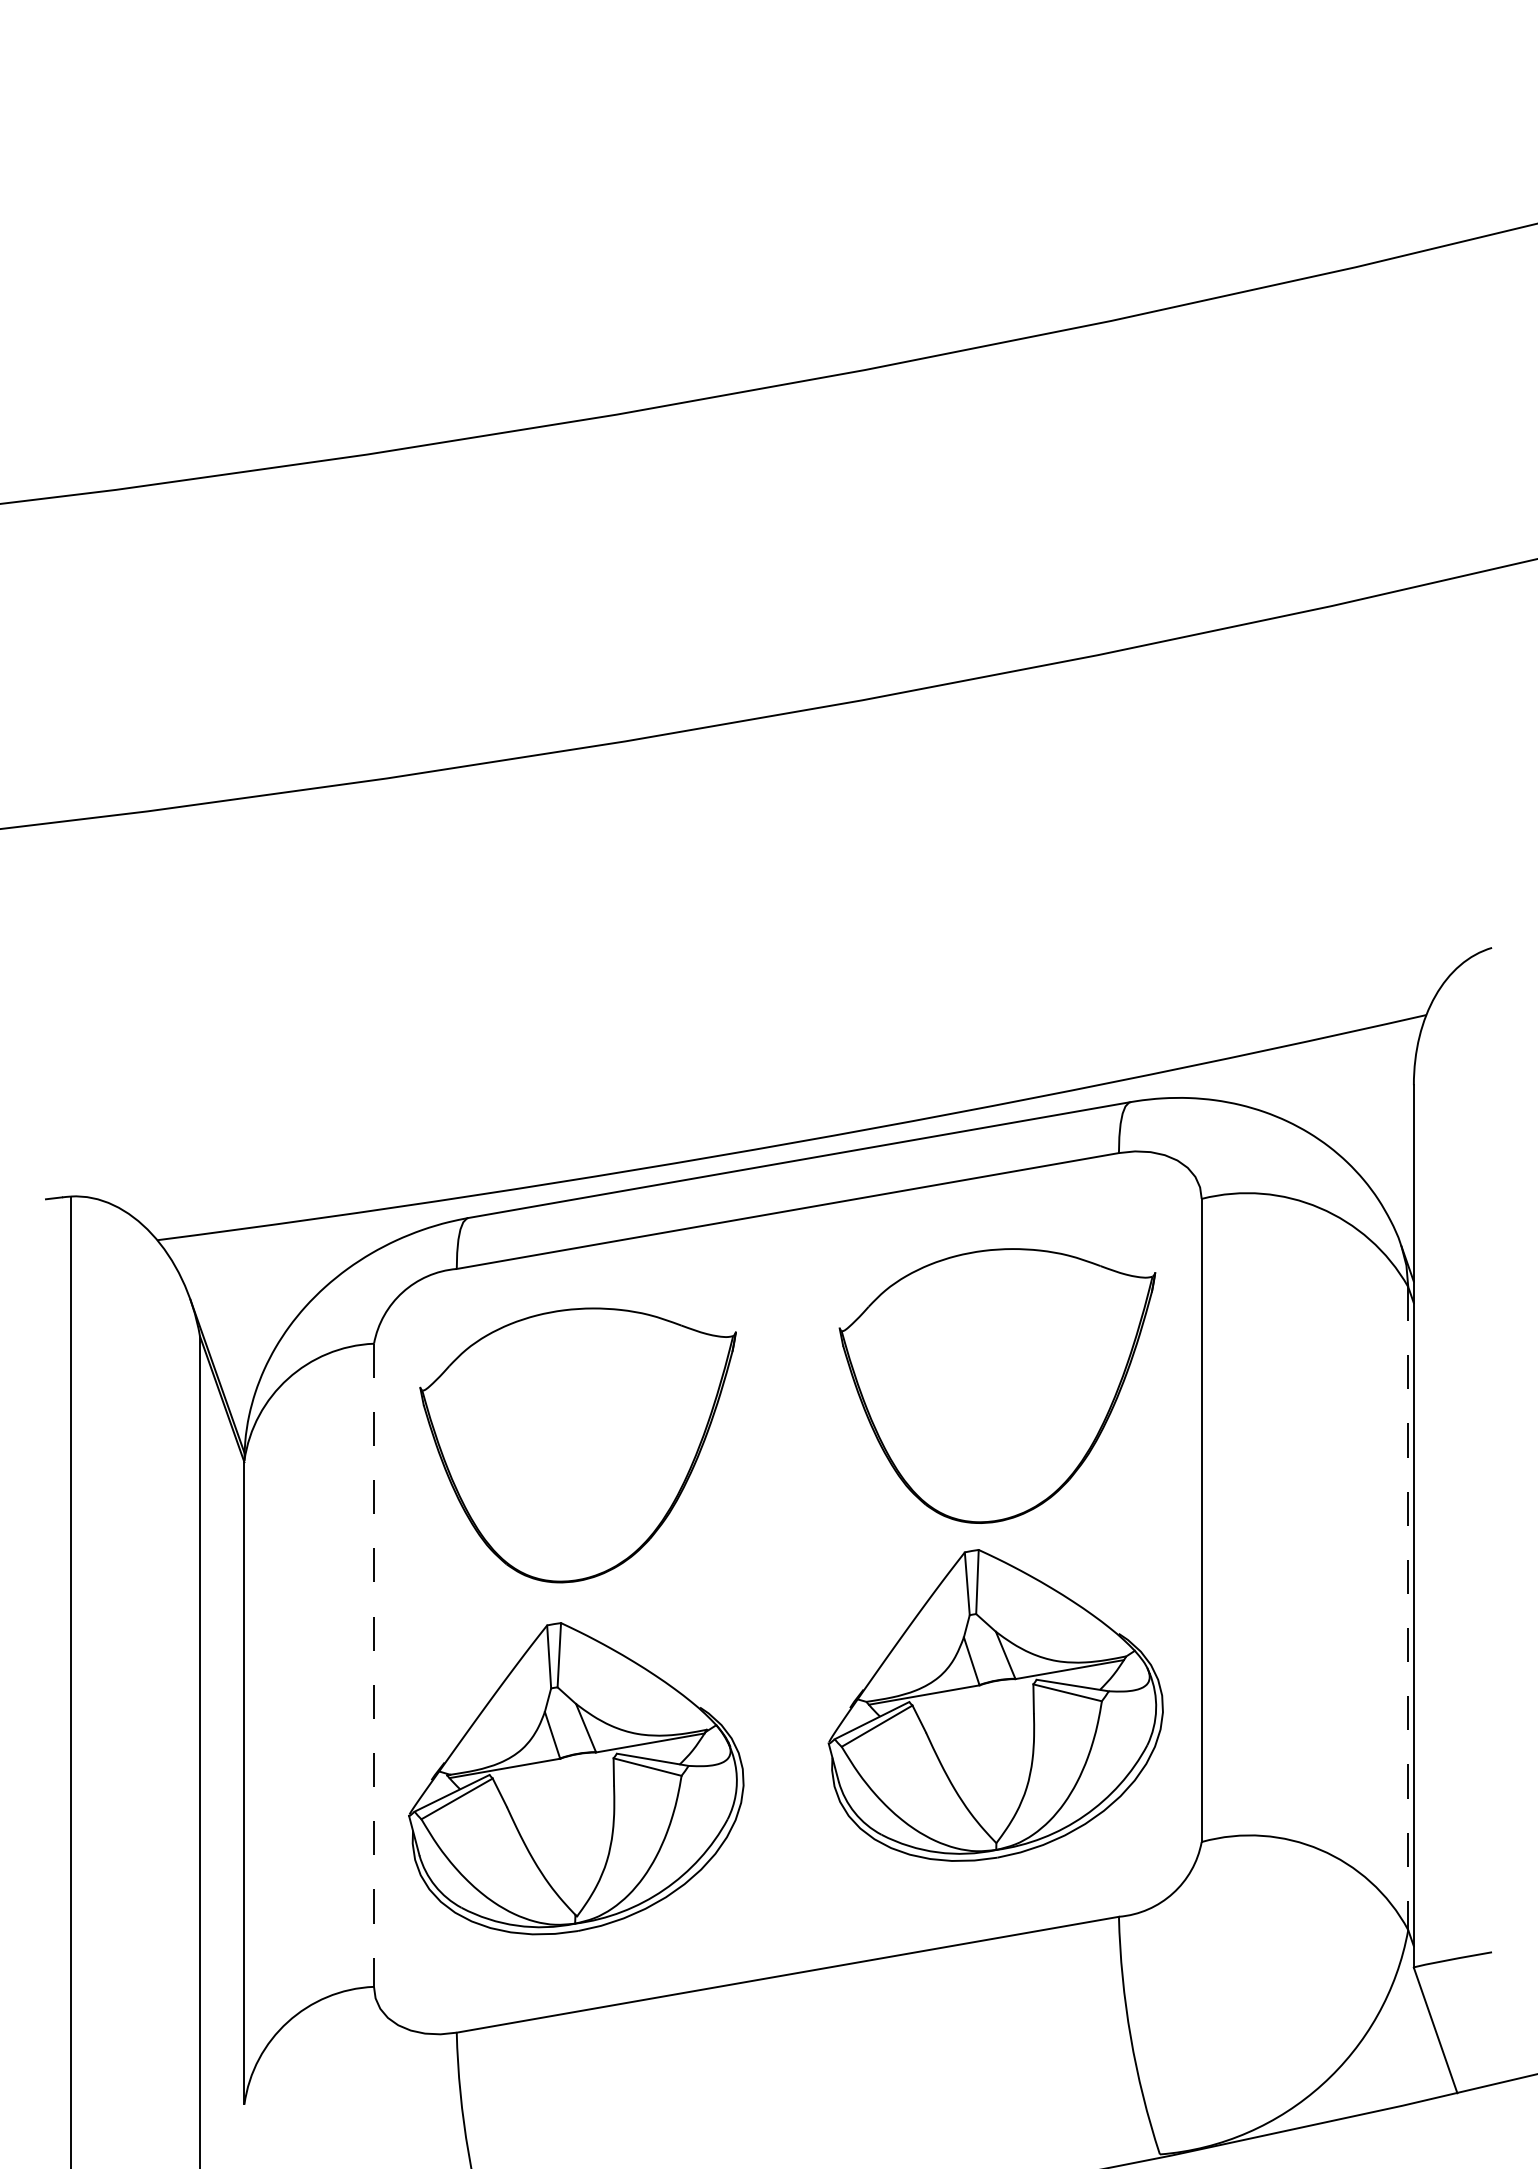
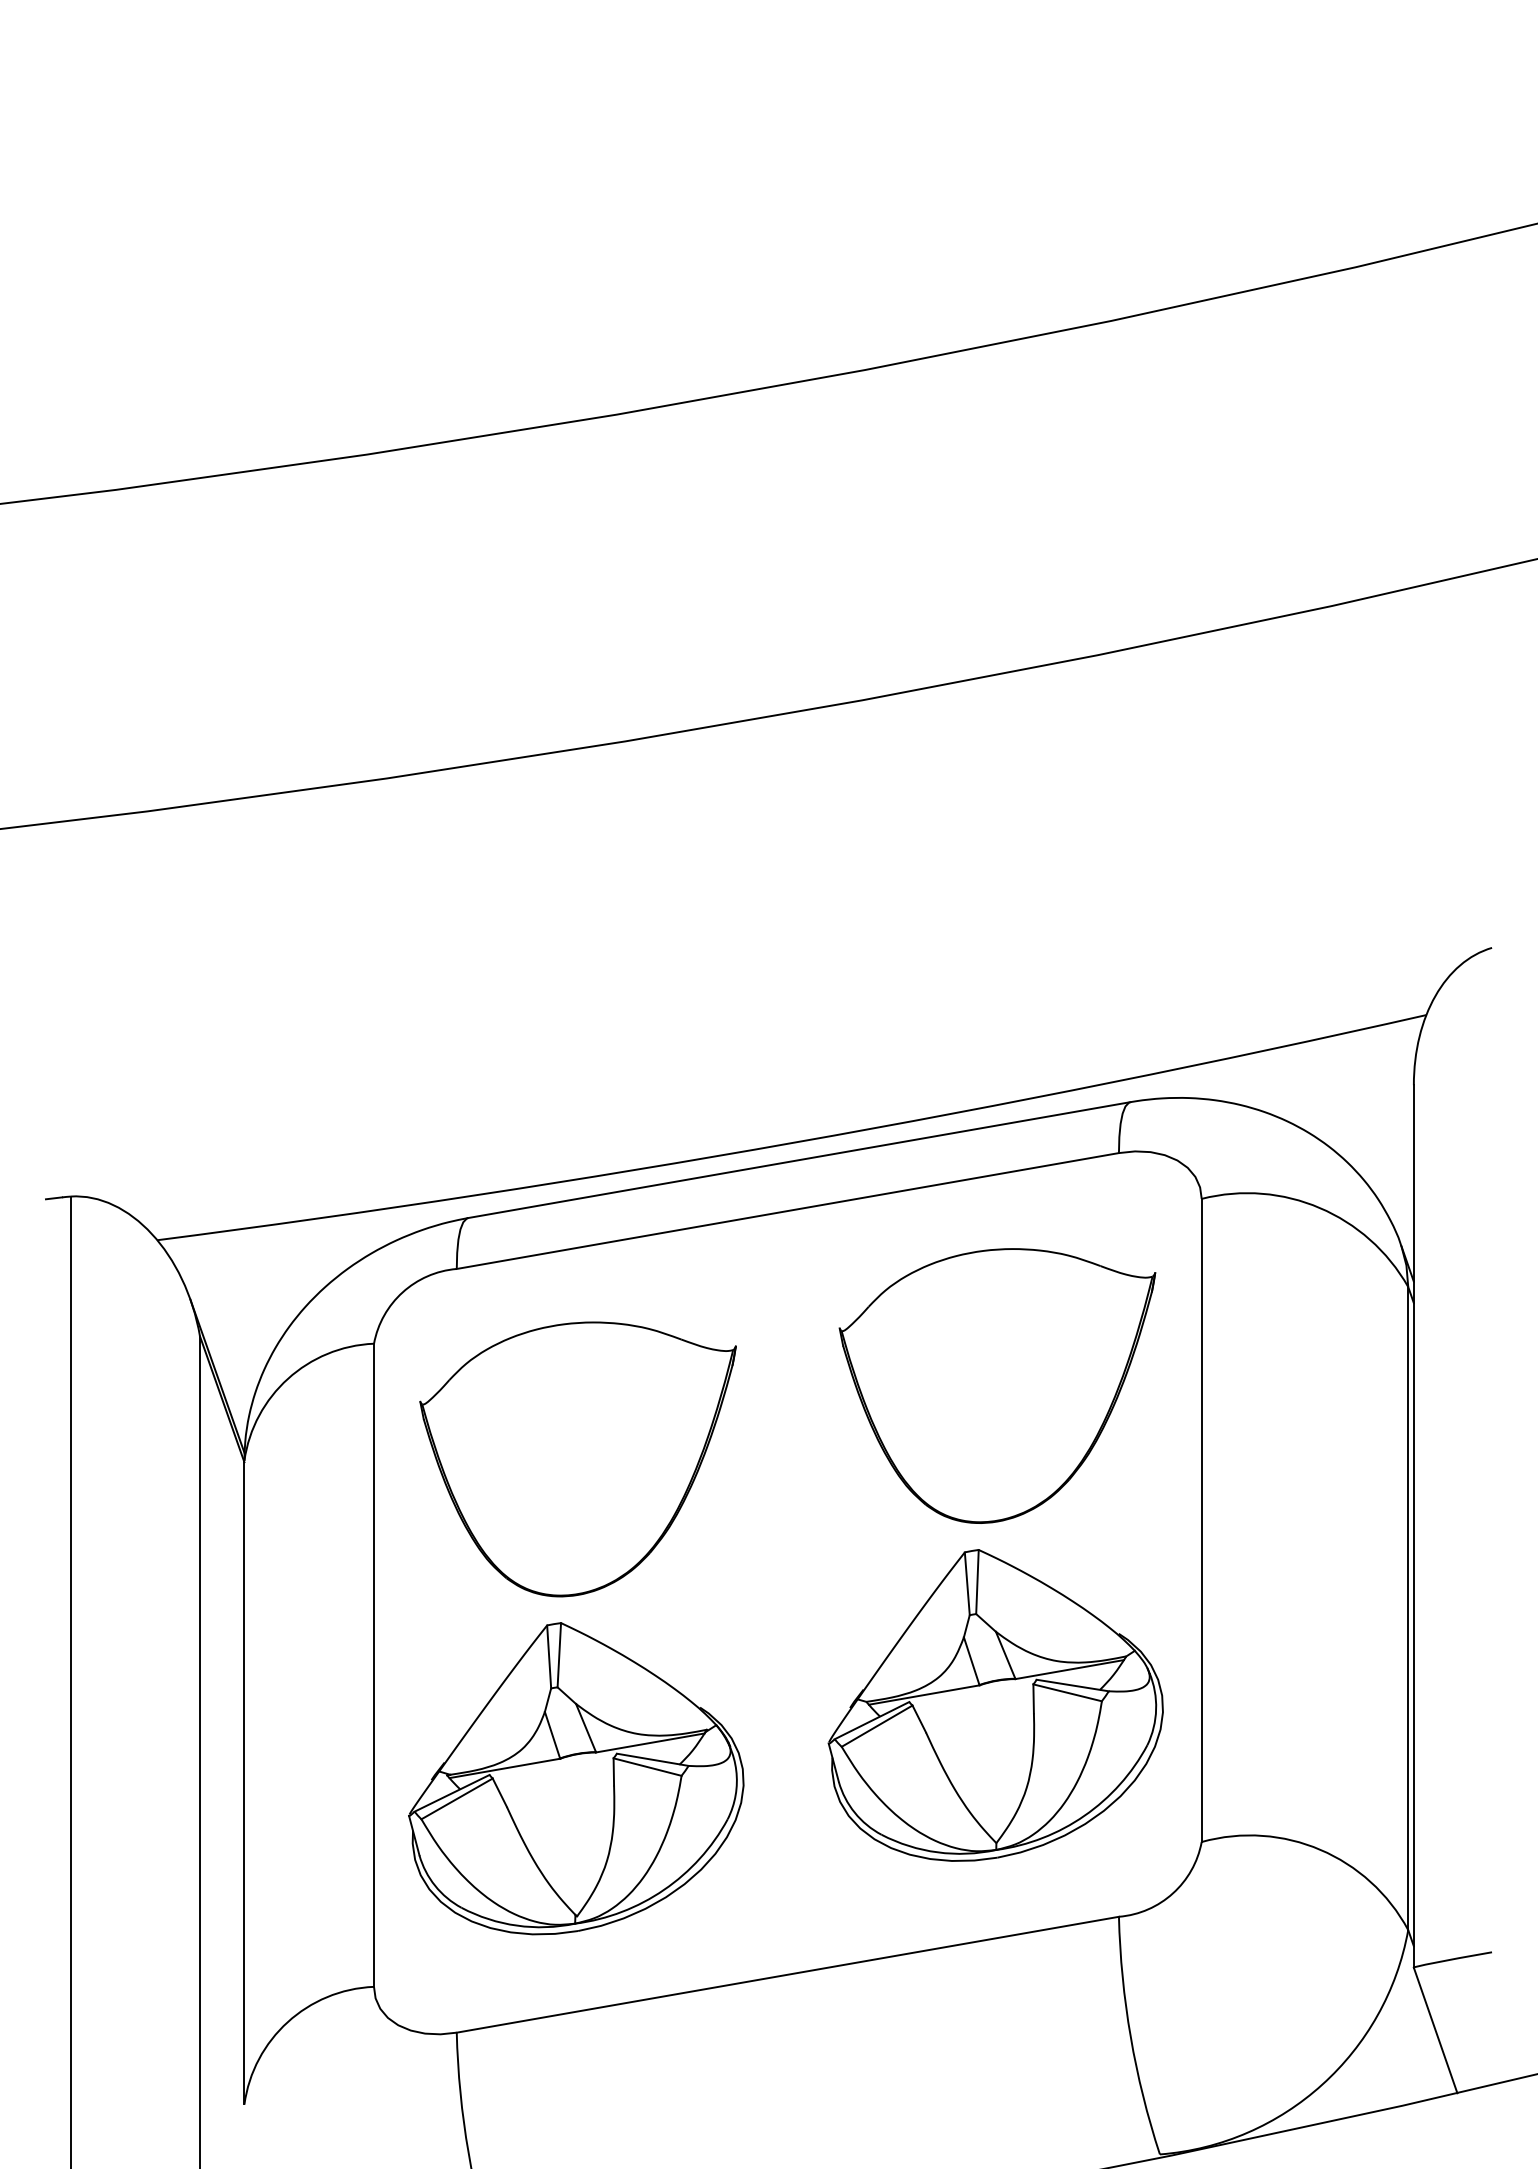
part at (577, 1445) position: (577, 1445) -> (577, 1459)
line at (1408, 1608): dashed -> solid
line at (374, 1665): dashed -> solid
